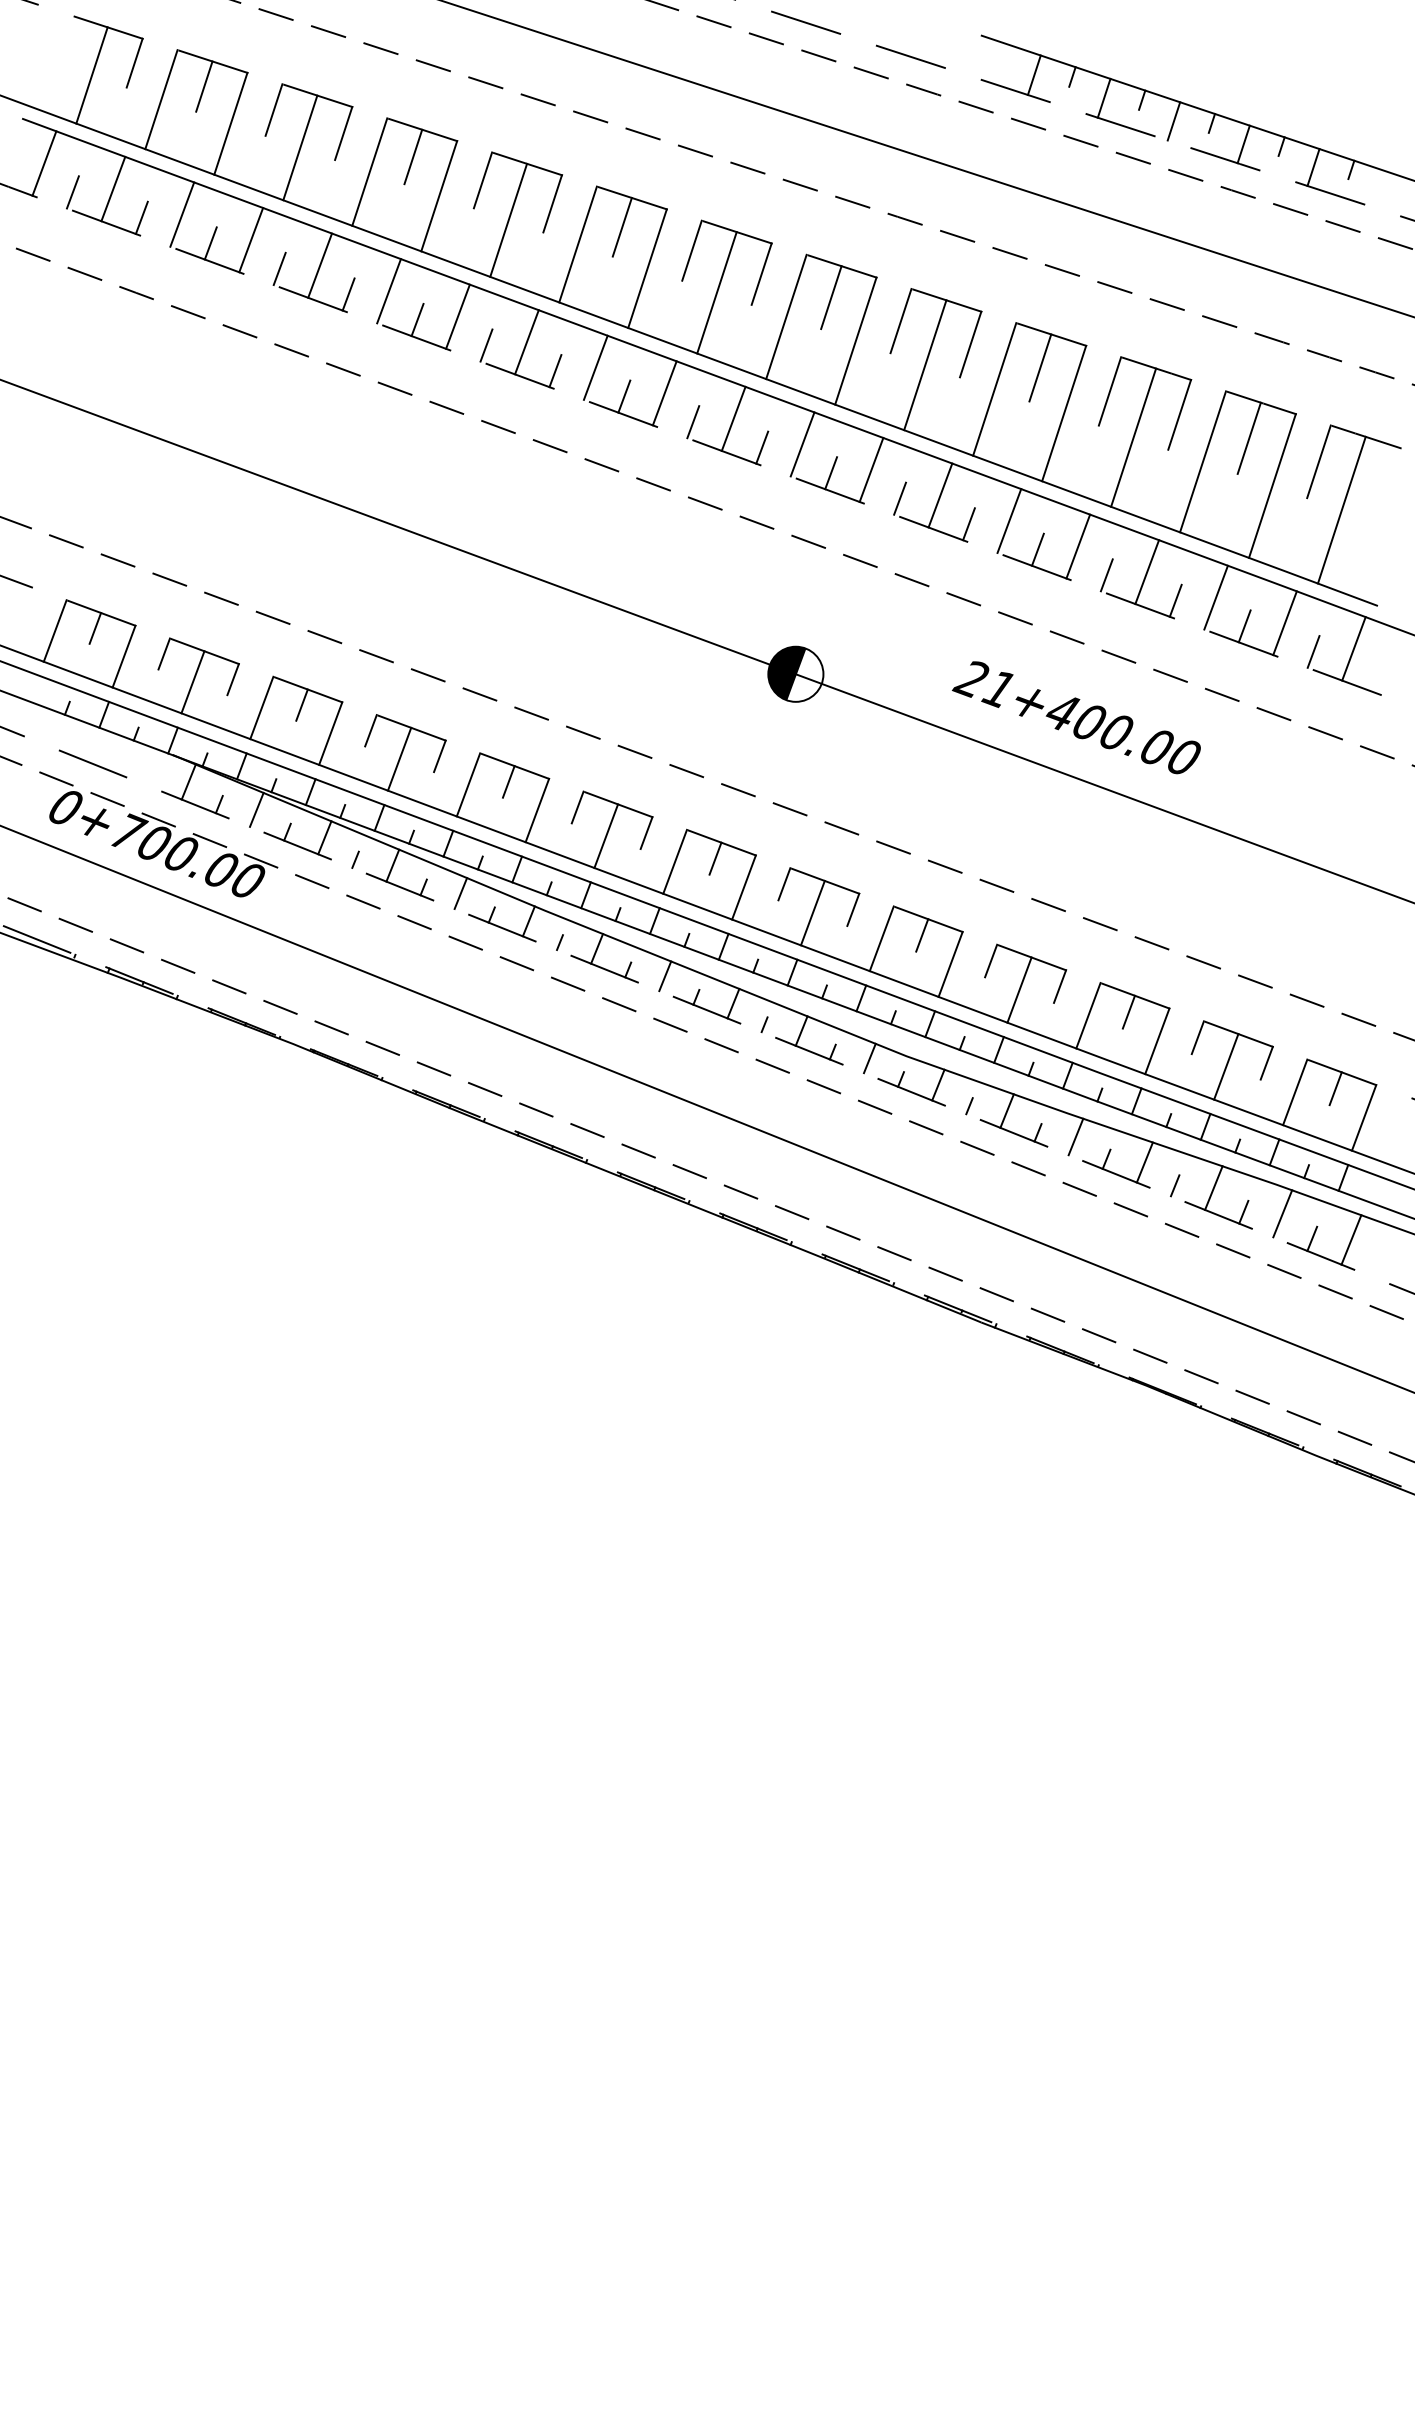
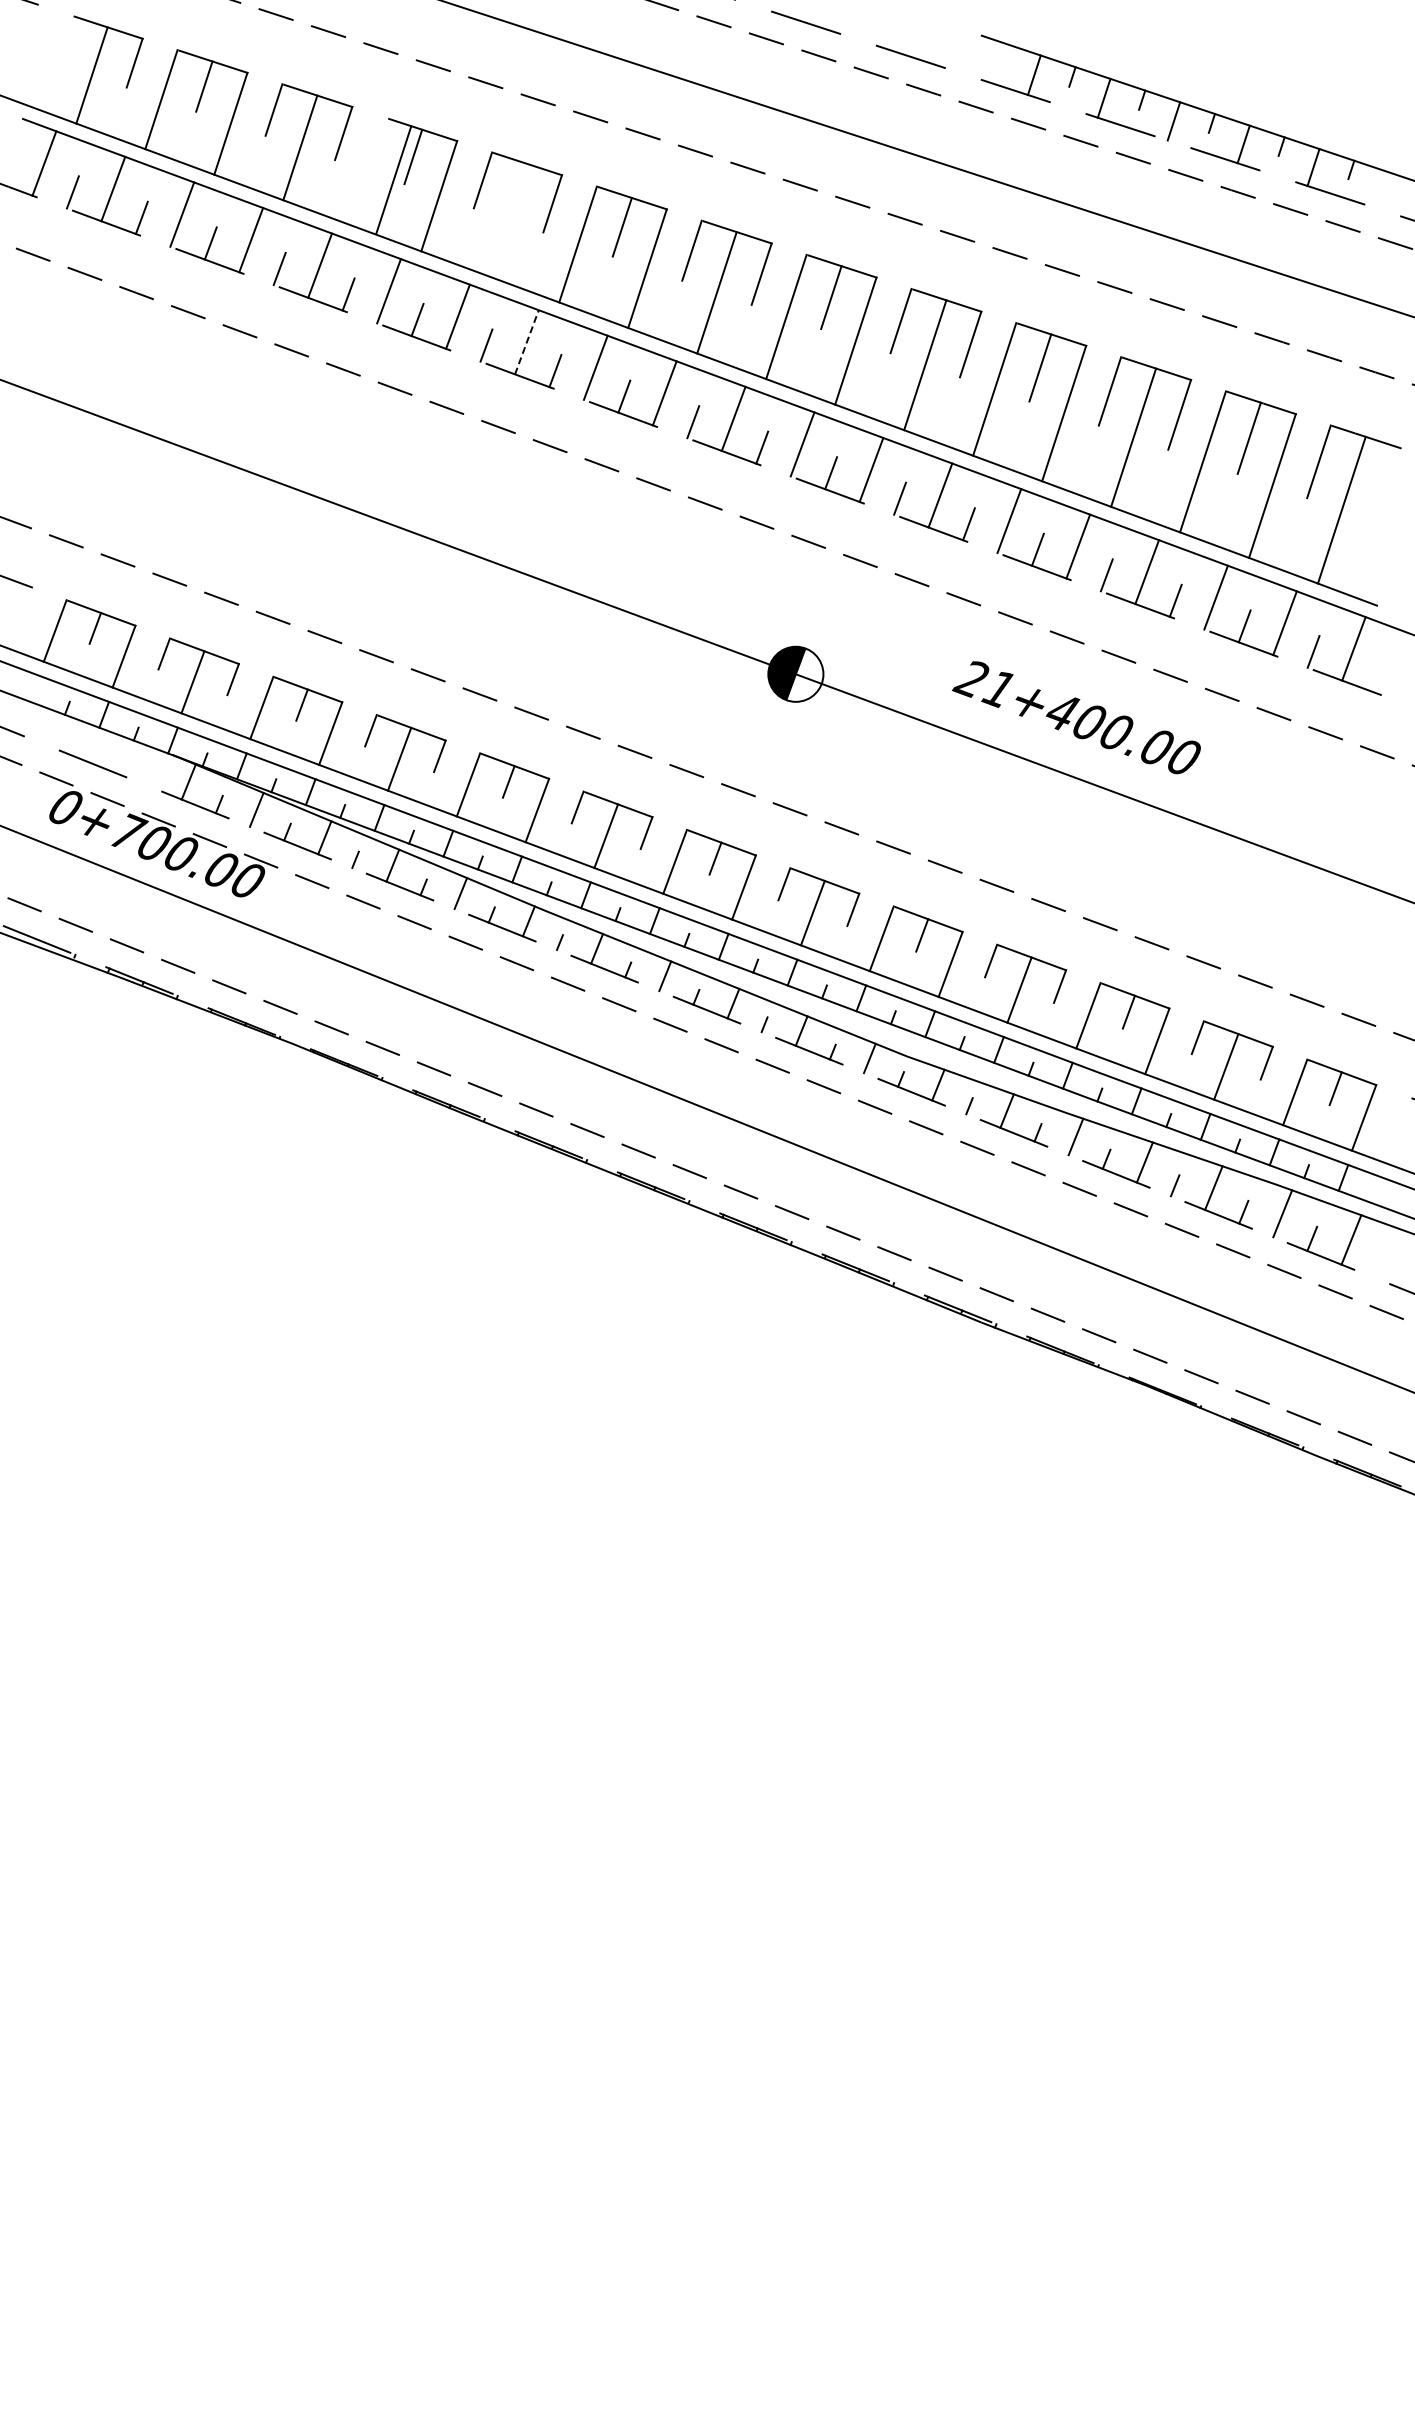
line at (369, 171) position: (369, 171) -> (393, 179)
line at (508, 219): present -> none
line at (527, 341): solid -> dashed
